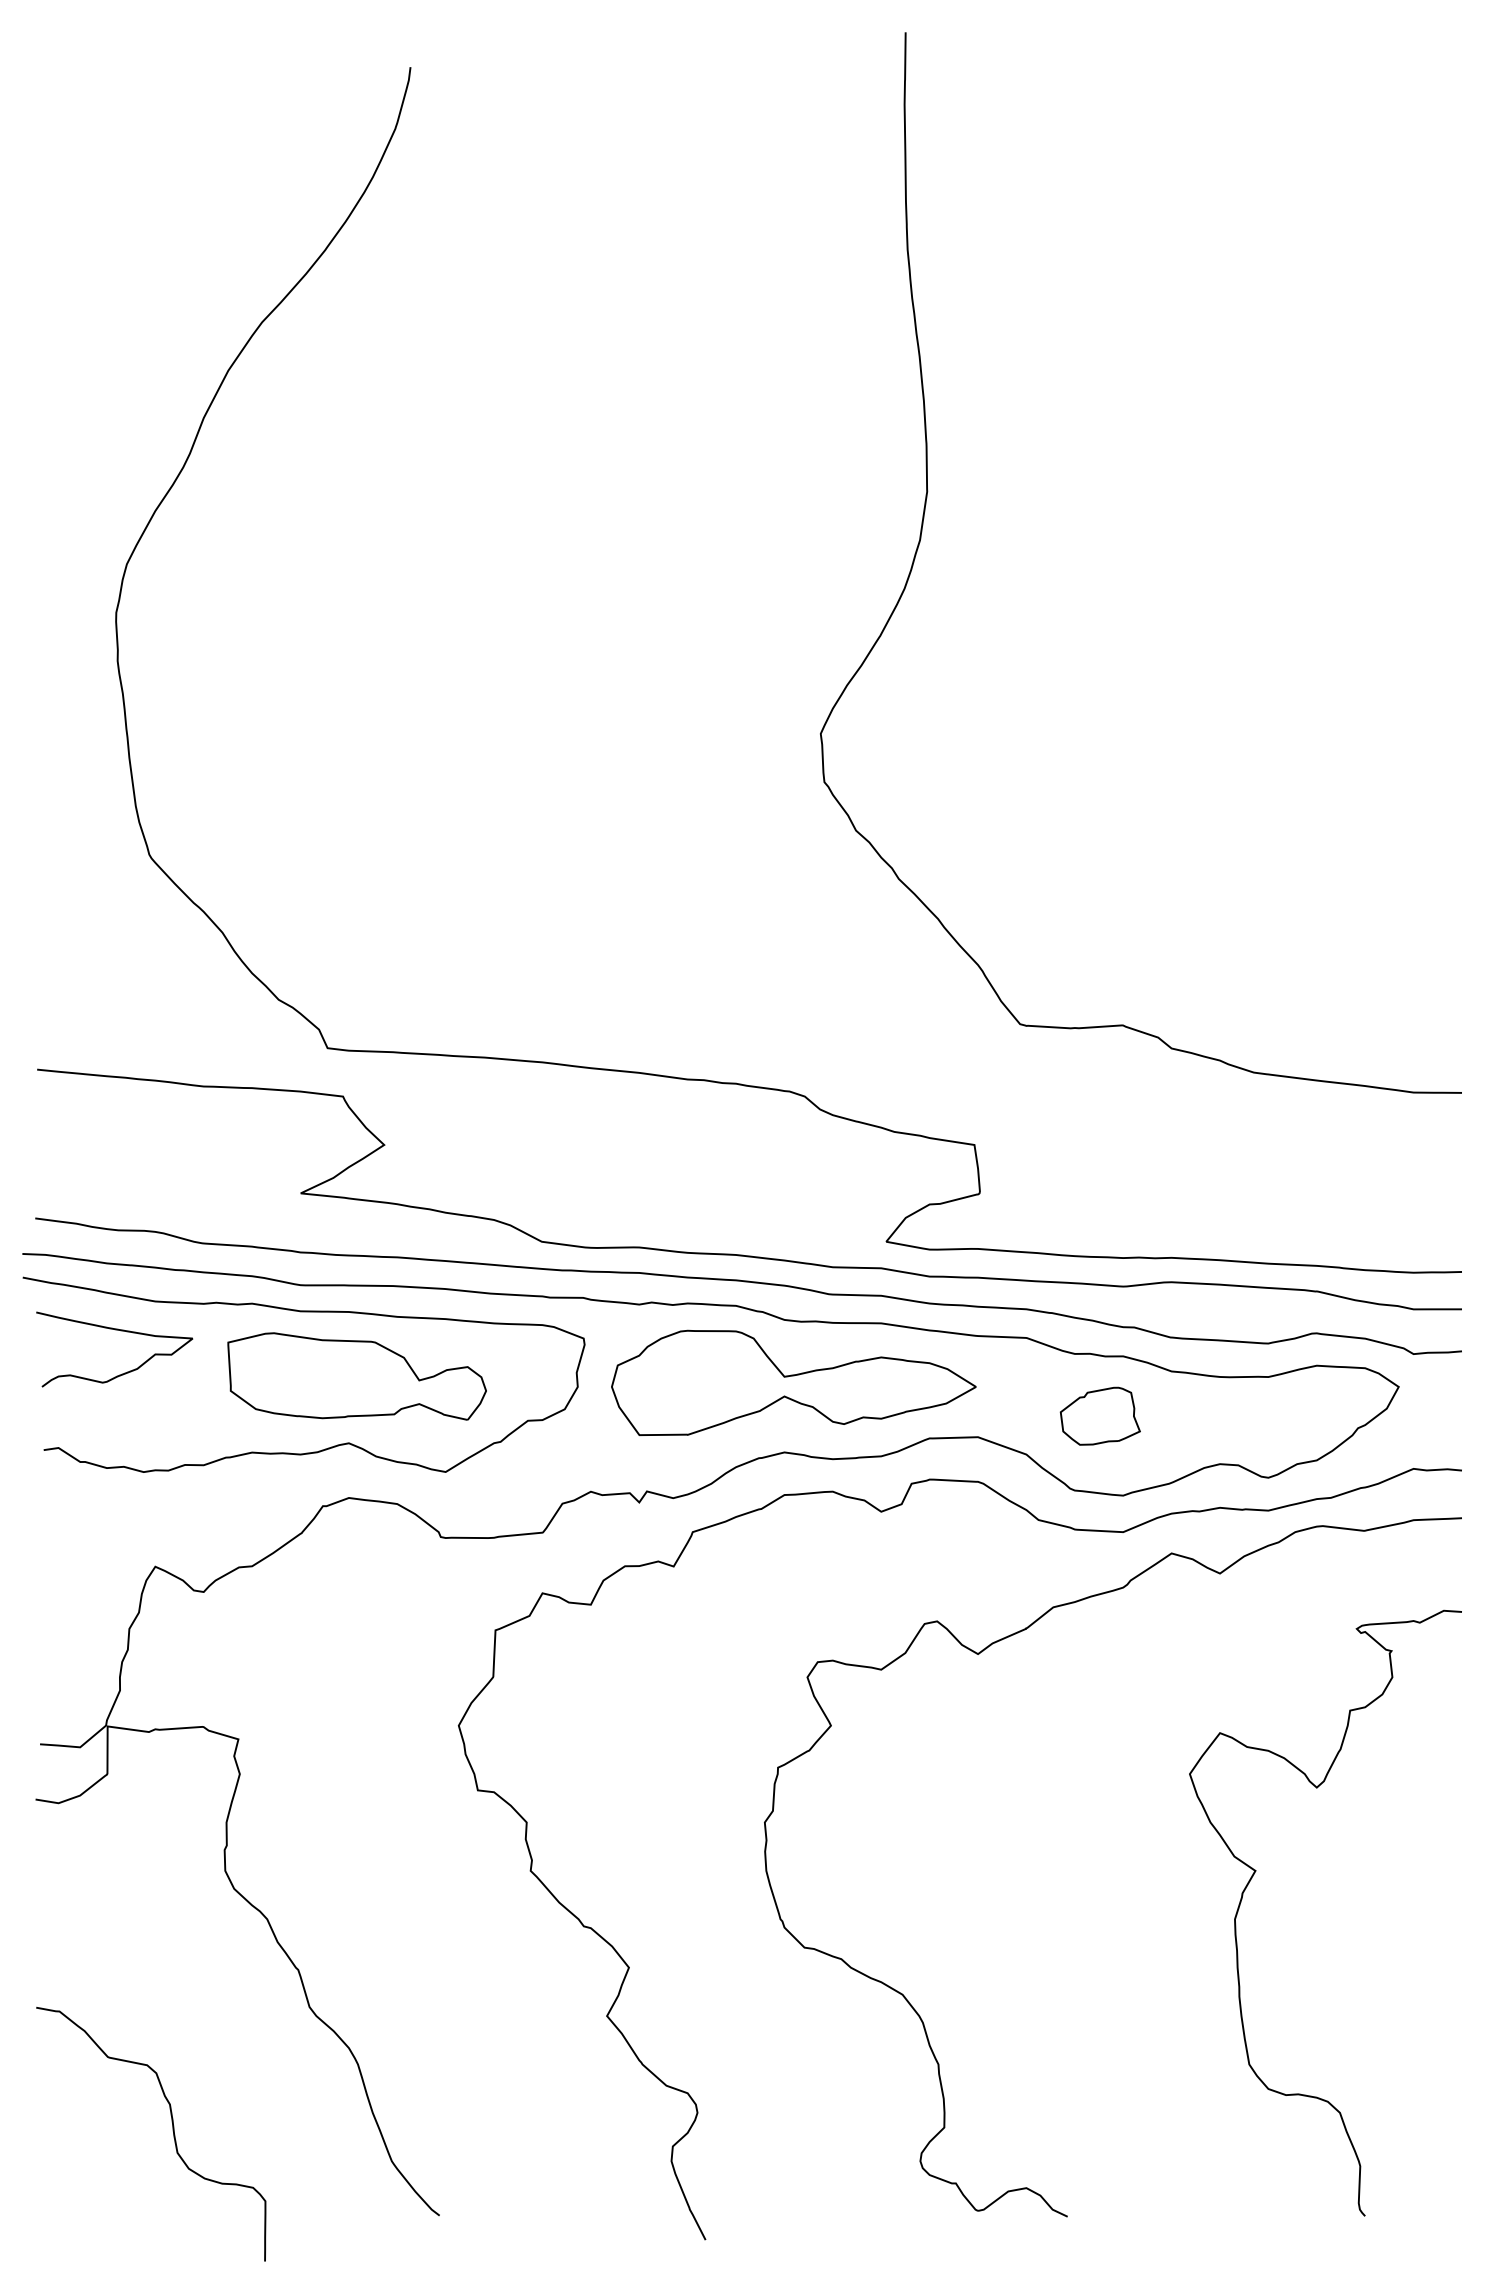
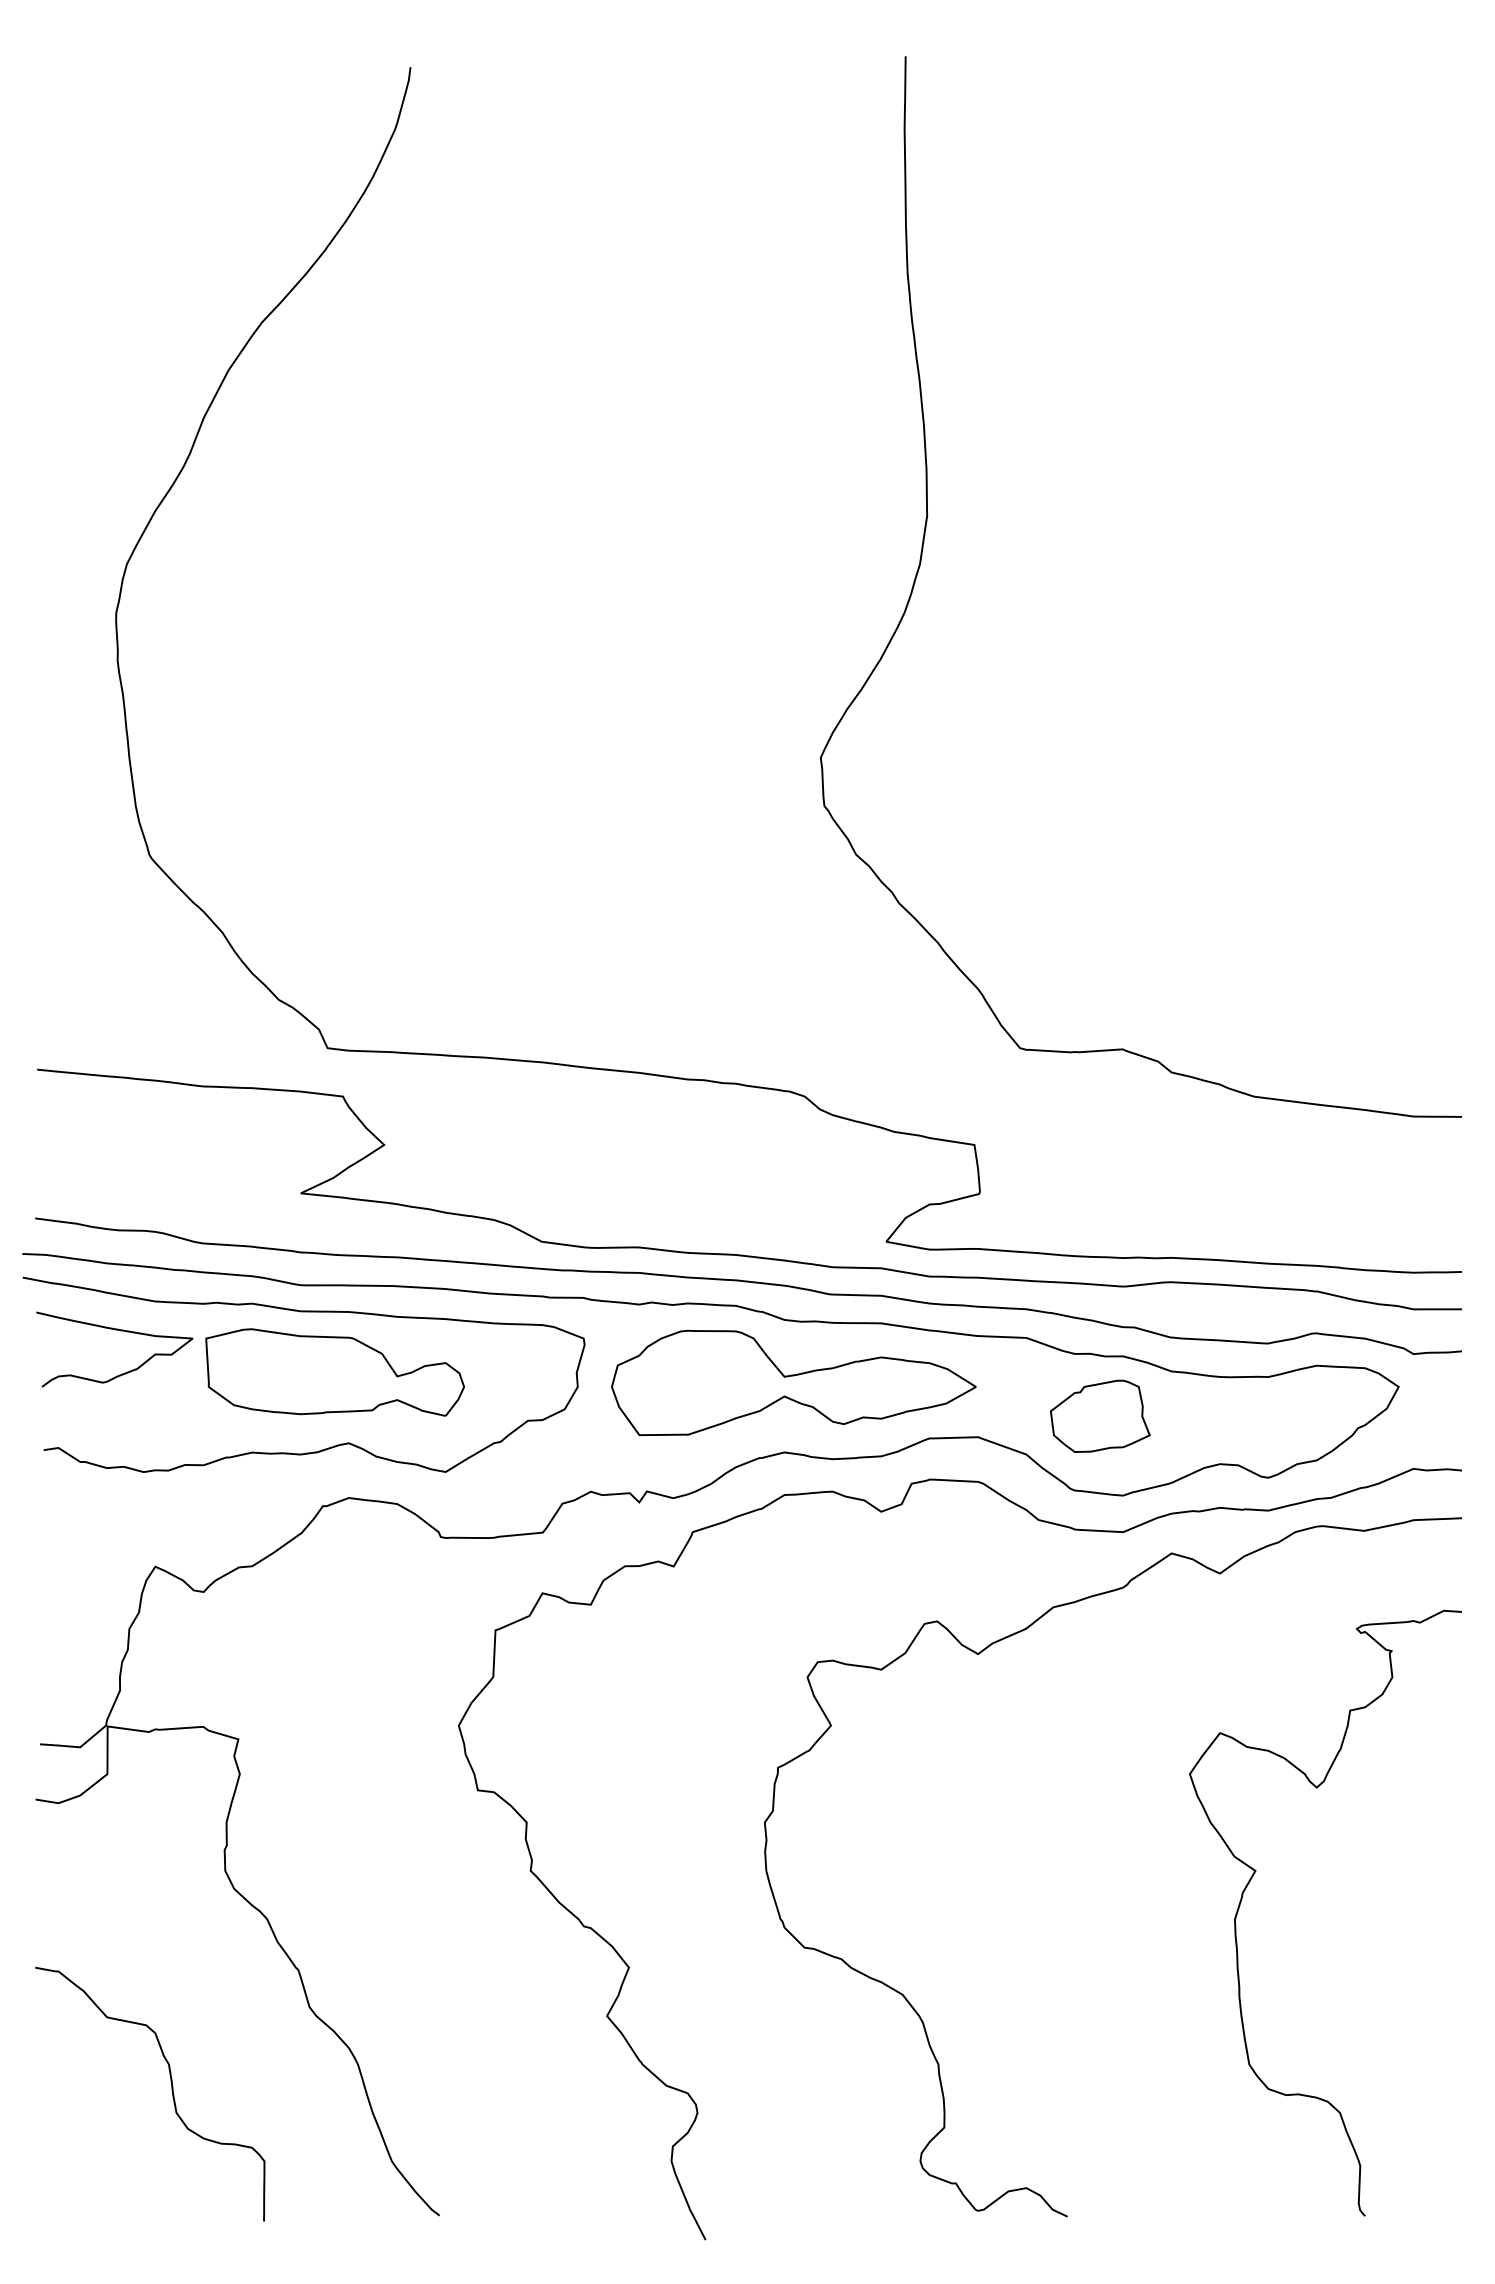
curve at (922, 532) position: (922, 532) -> (922, 556)
part at (356, 1376) position: (356, 1376) -> (334, 1372)
part at (1099, 1415) size: 82x60 px -> 101x74 px
curve at (172, 2131) position: (172, 2131) -> (171, 2091)
